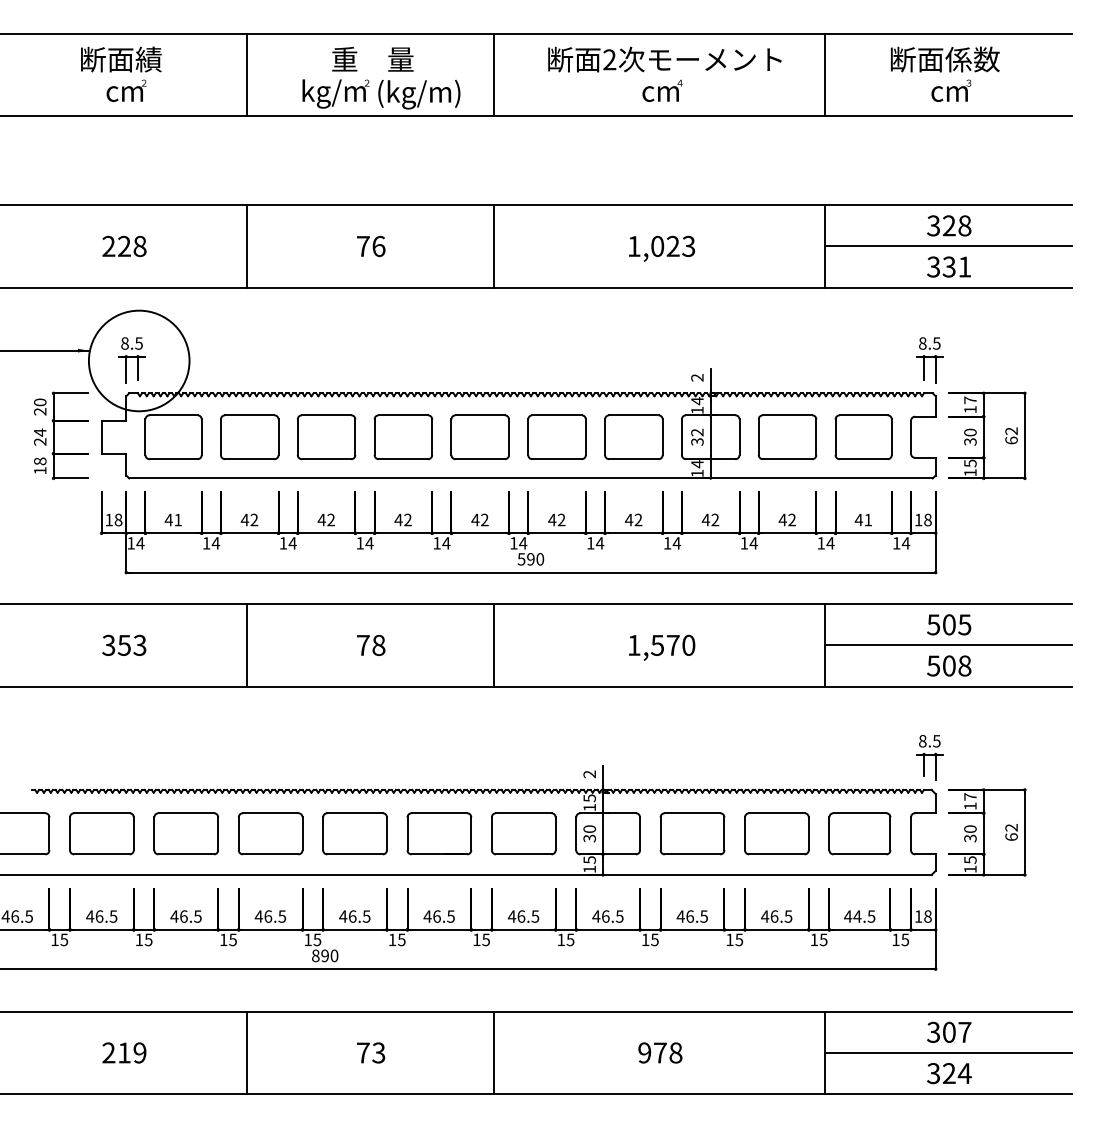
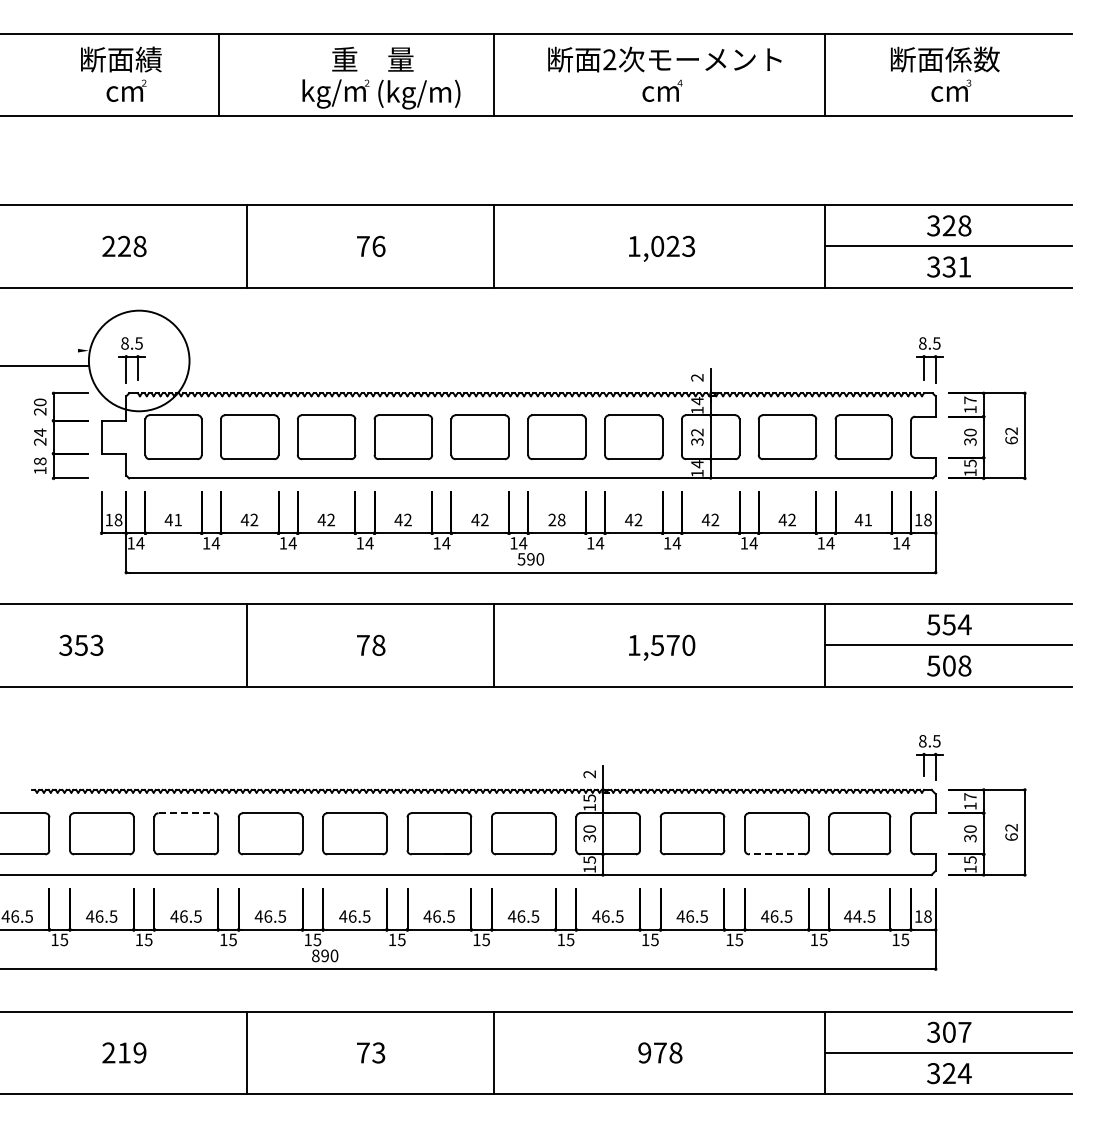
line at (247, 74) position: (247, 74) -> (219, 74)
line at (45, 350) position: (45, 350) -> (45, 365)
text at (556, 519): 42 -> 28
text at (956, 624): 505 -> 554
text at (124, 644) position: (124, 644) -> (81, 644)
line at (186, 813): solid -> dashed
line at (776, 854): solid -> dashed
